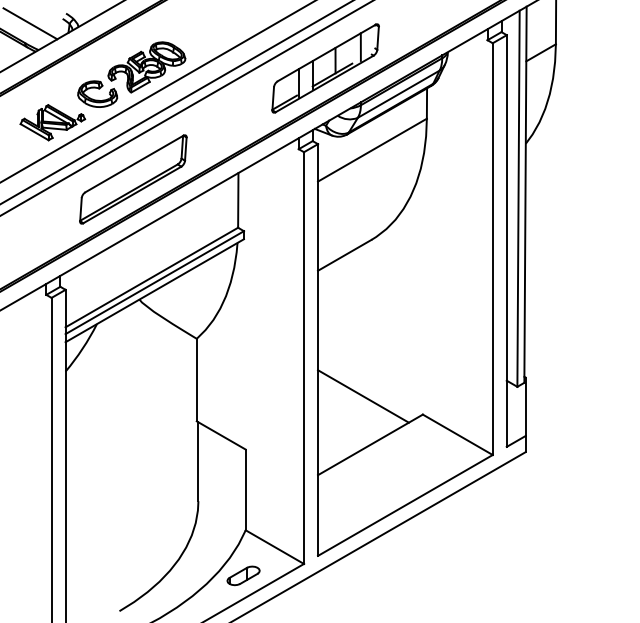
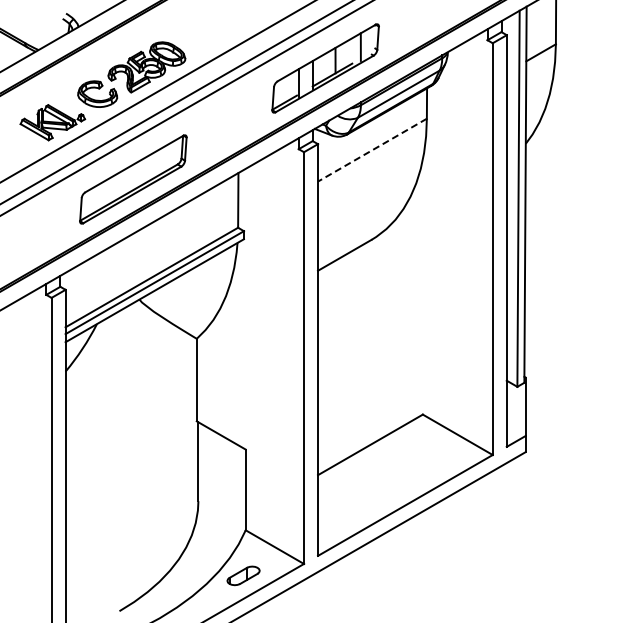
line at (30, 23): present -> none
line at (372, 150): solid -> dashed
line at (363, 396): present -> none
